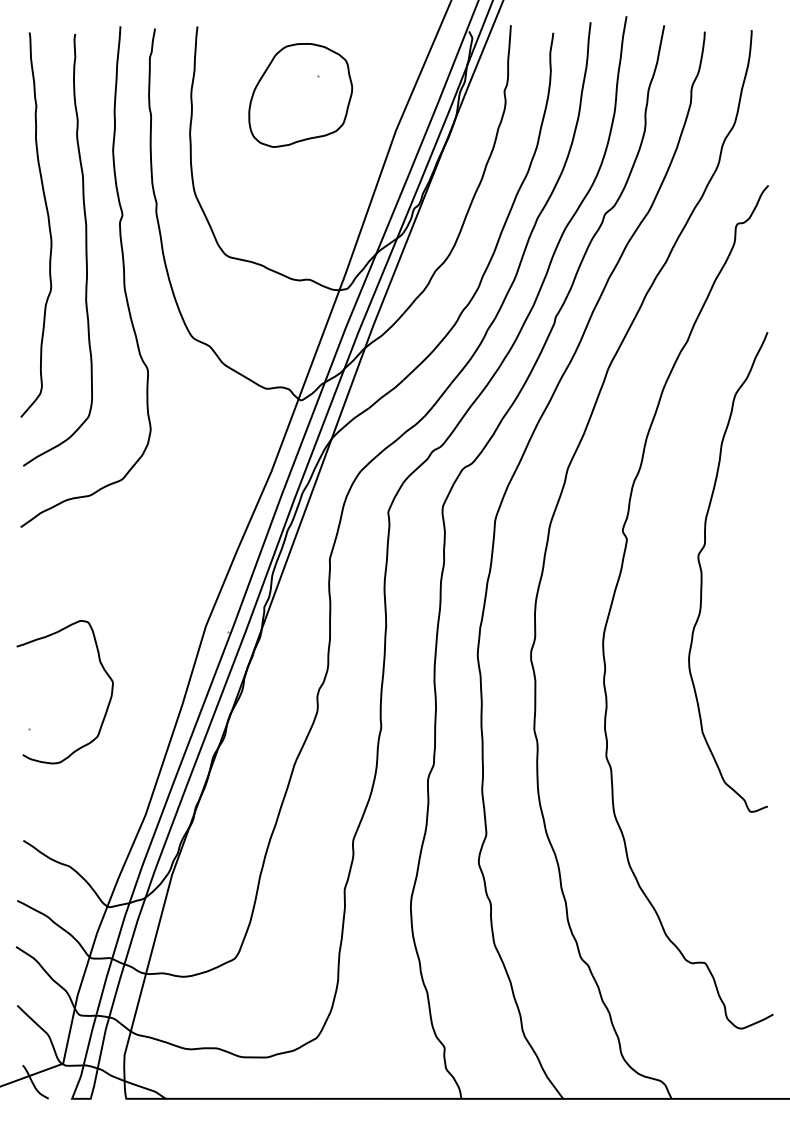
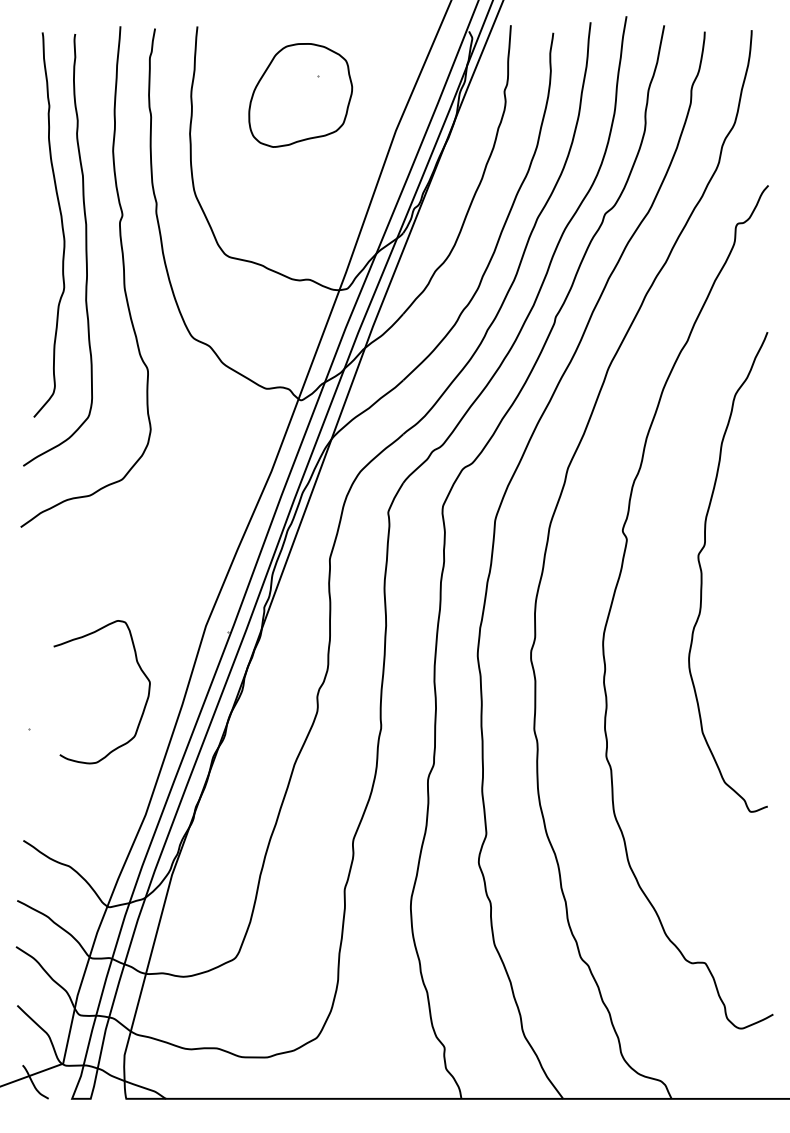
curve at (48, 224) position: (48, 224) -> (61, 224)
curve at (103, 670) position: (103, 670) -> (140, 670)
